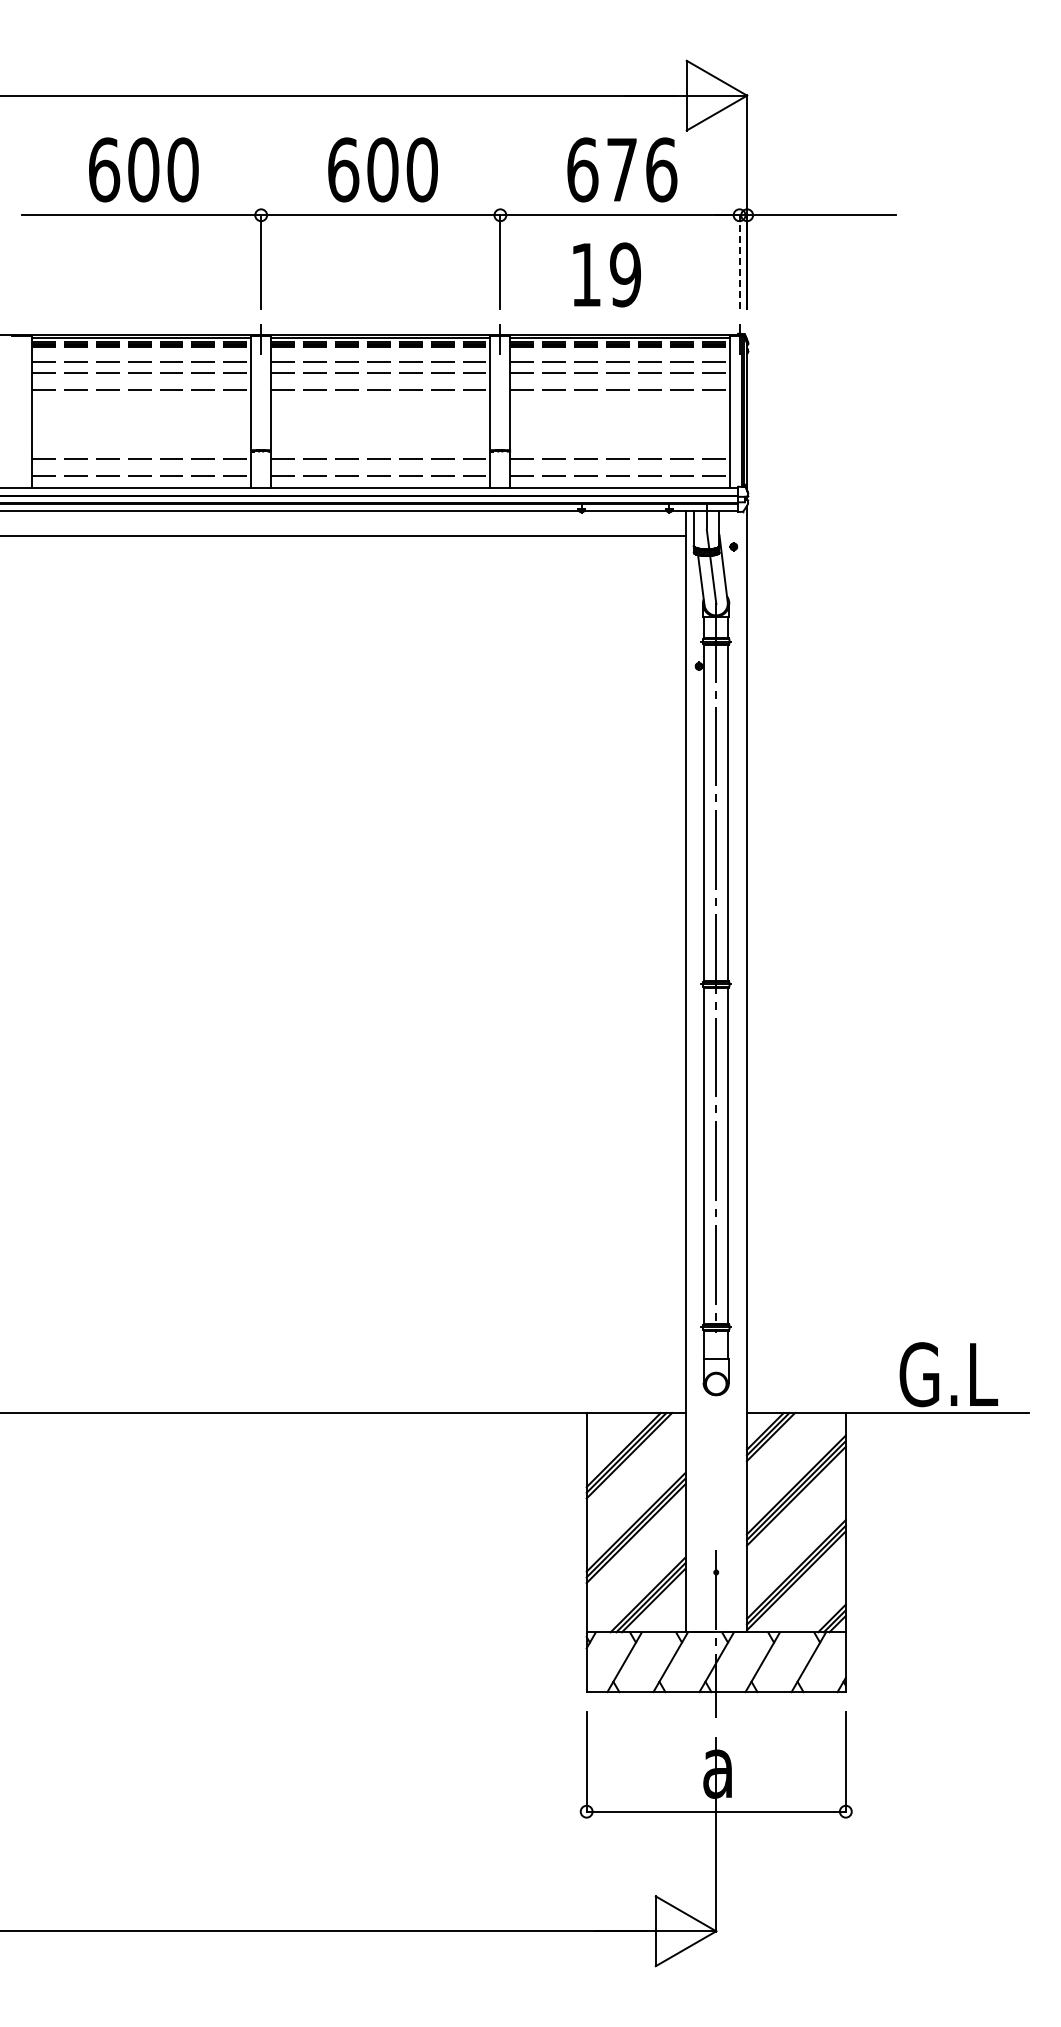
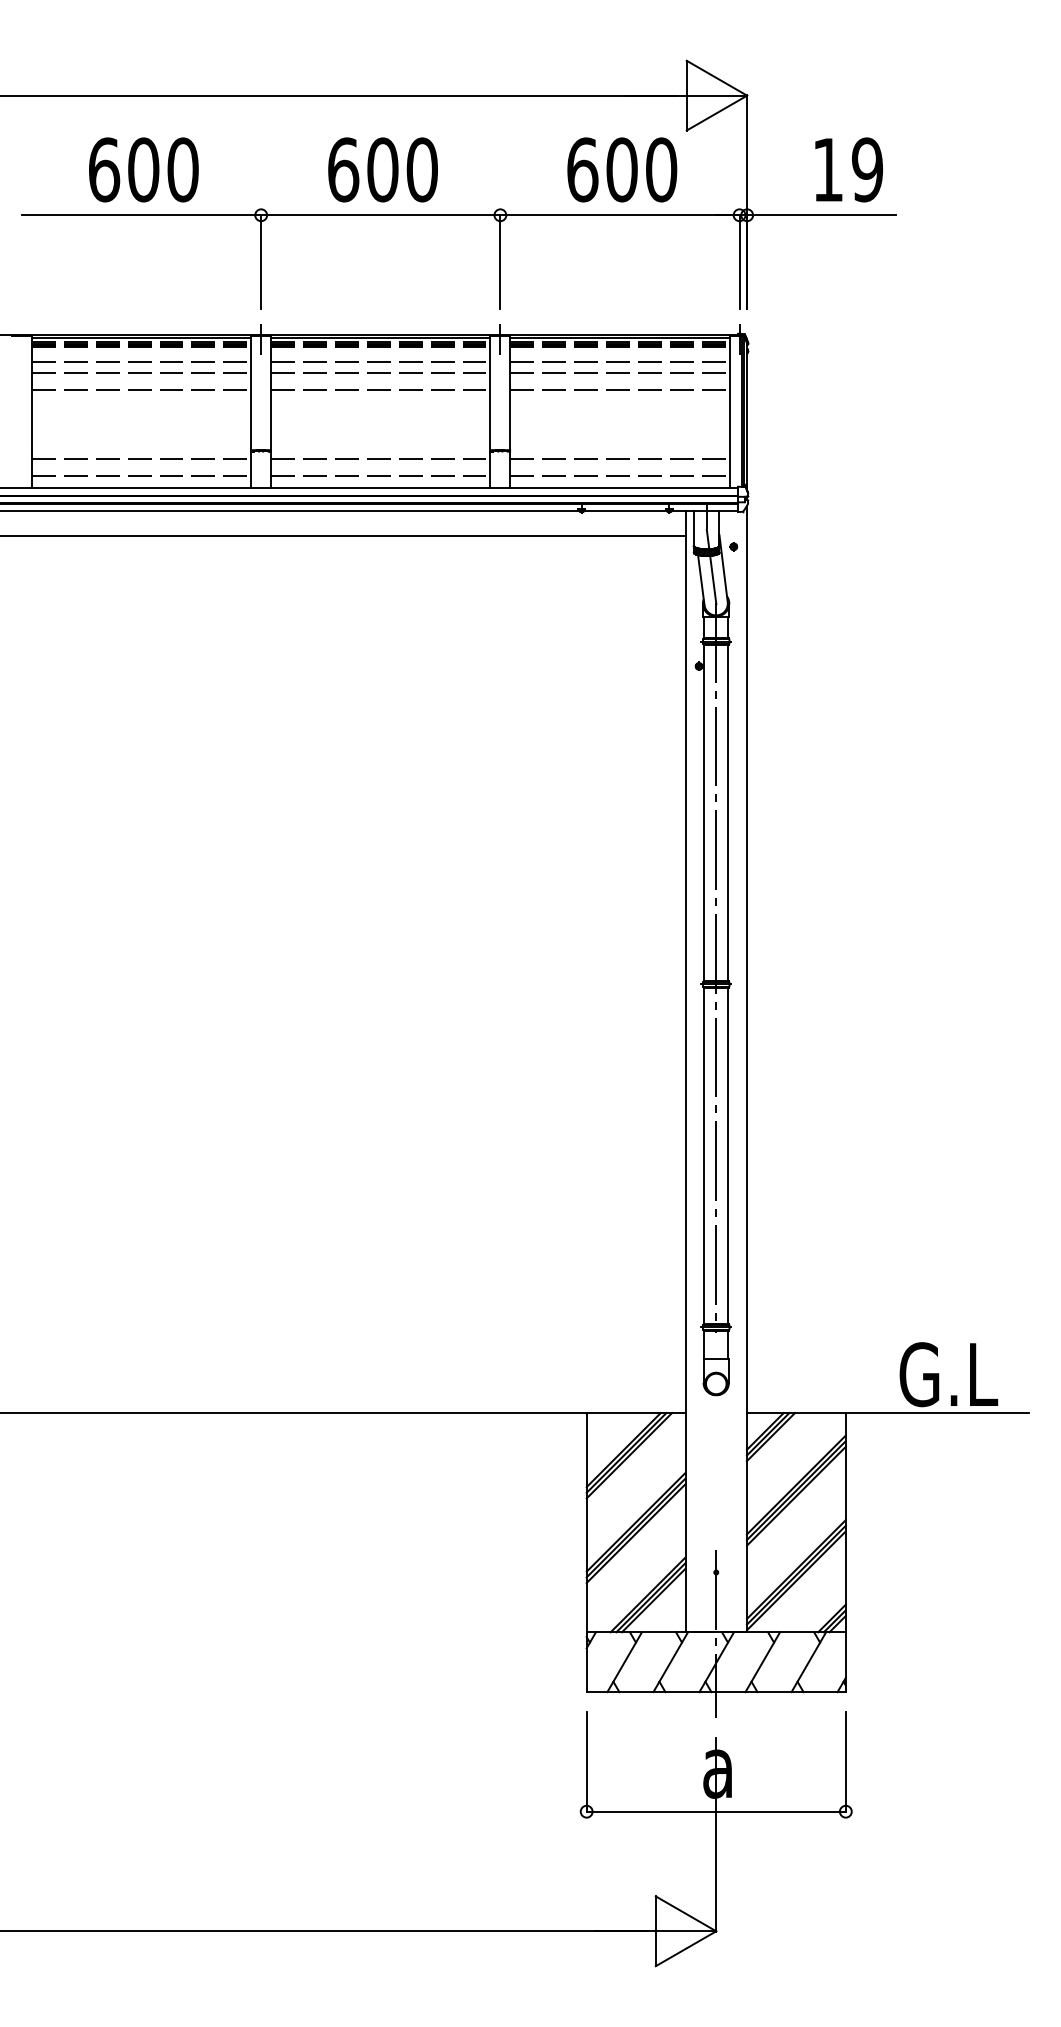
text at (641, 169): 676 -> 600
line at (739, 261): dashed -> solid
text at (606, 274) position: (606, 274) -> (848, 169)
